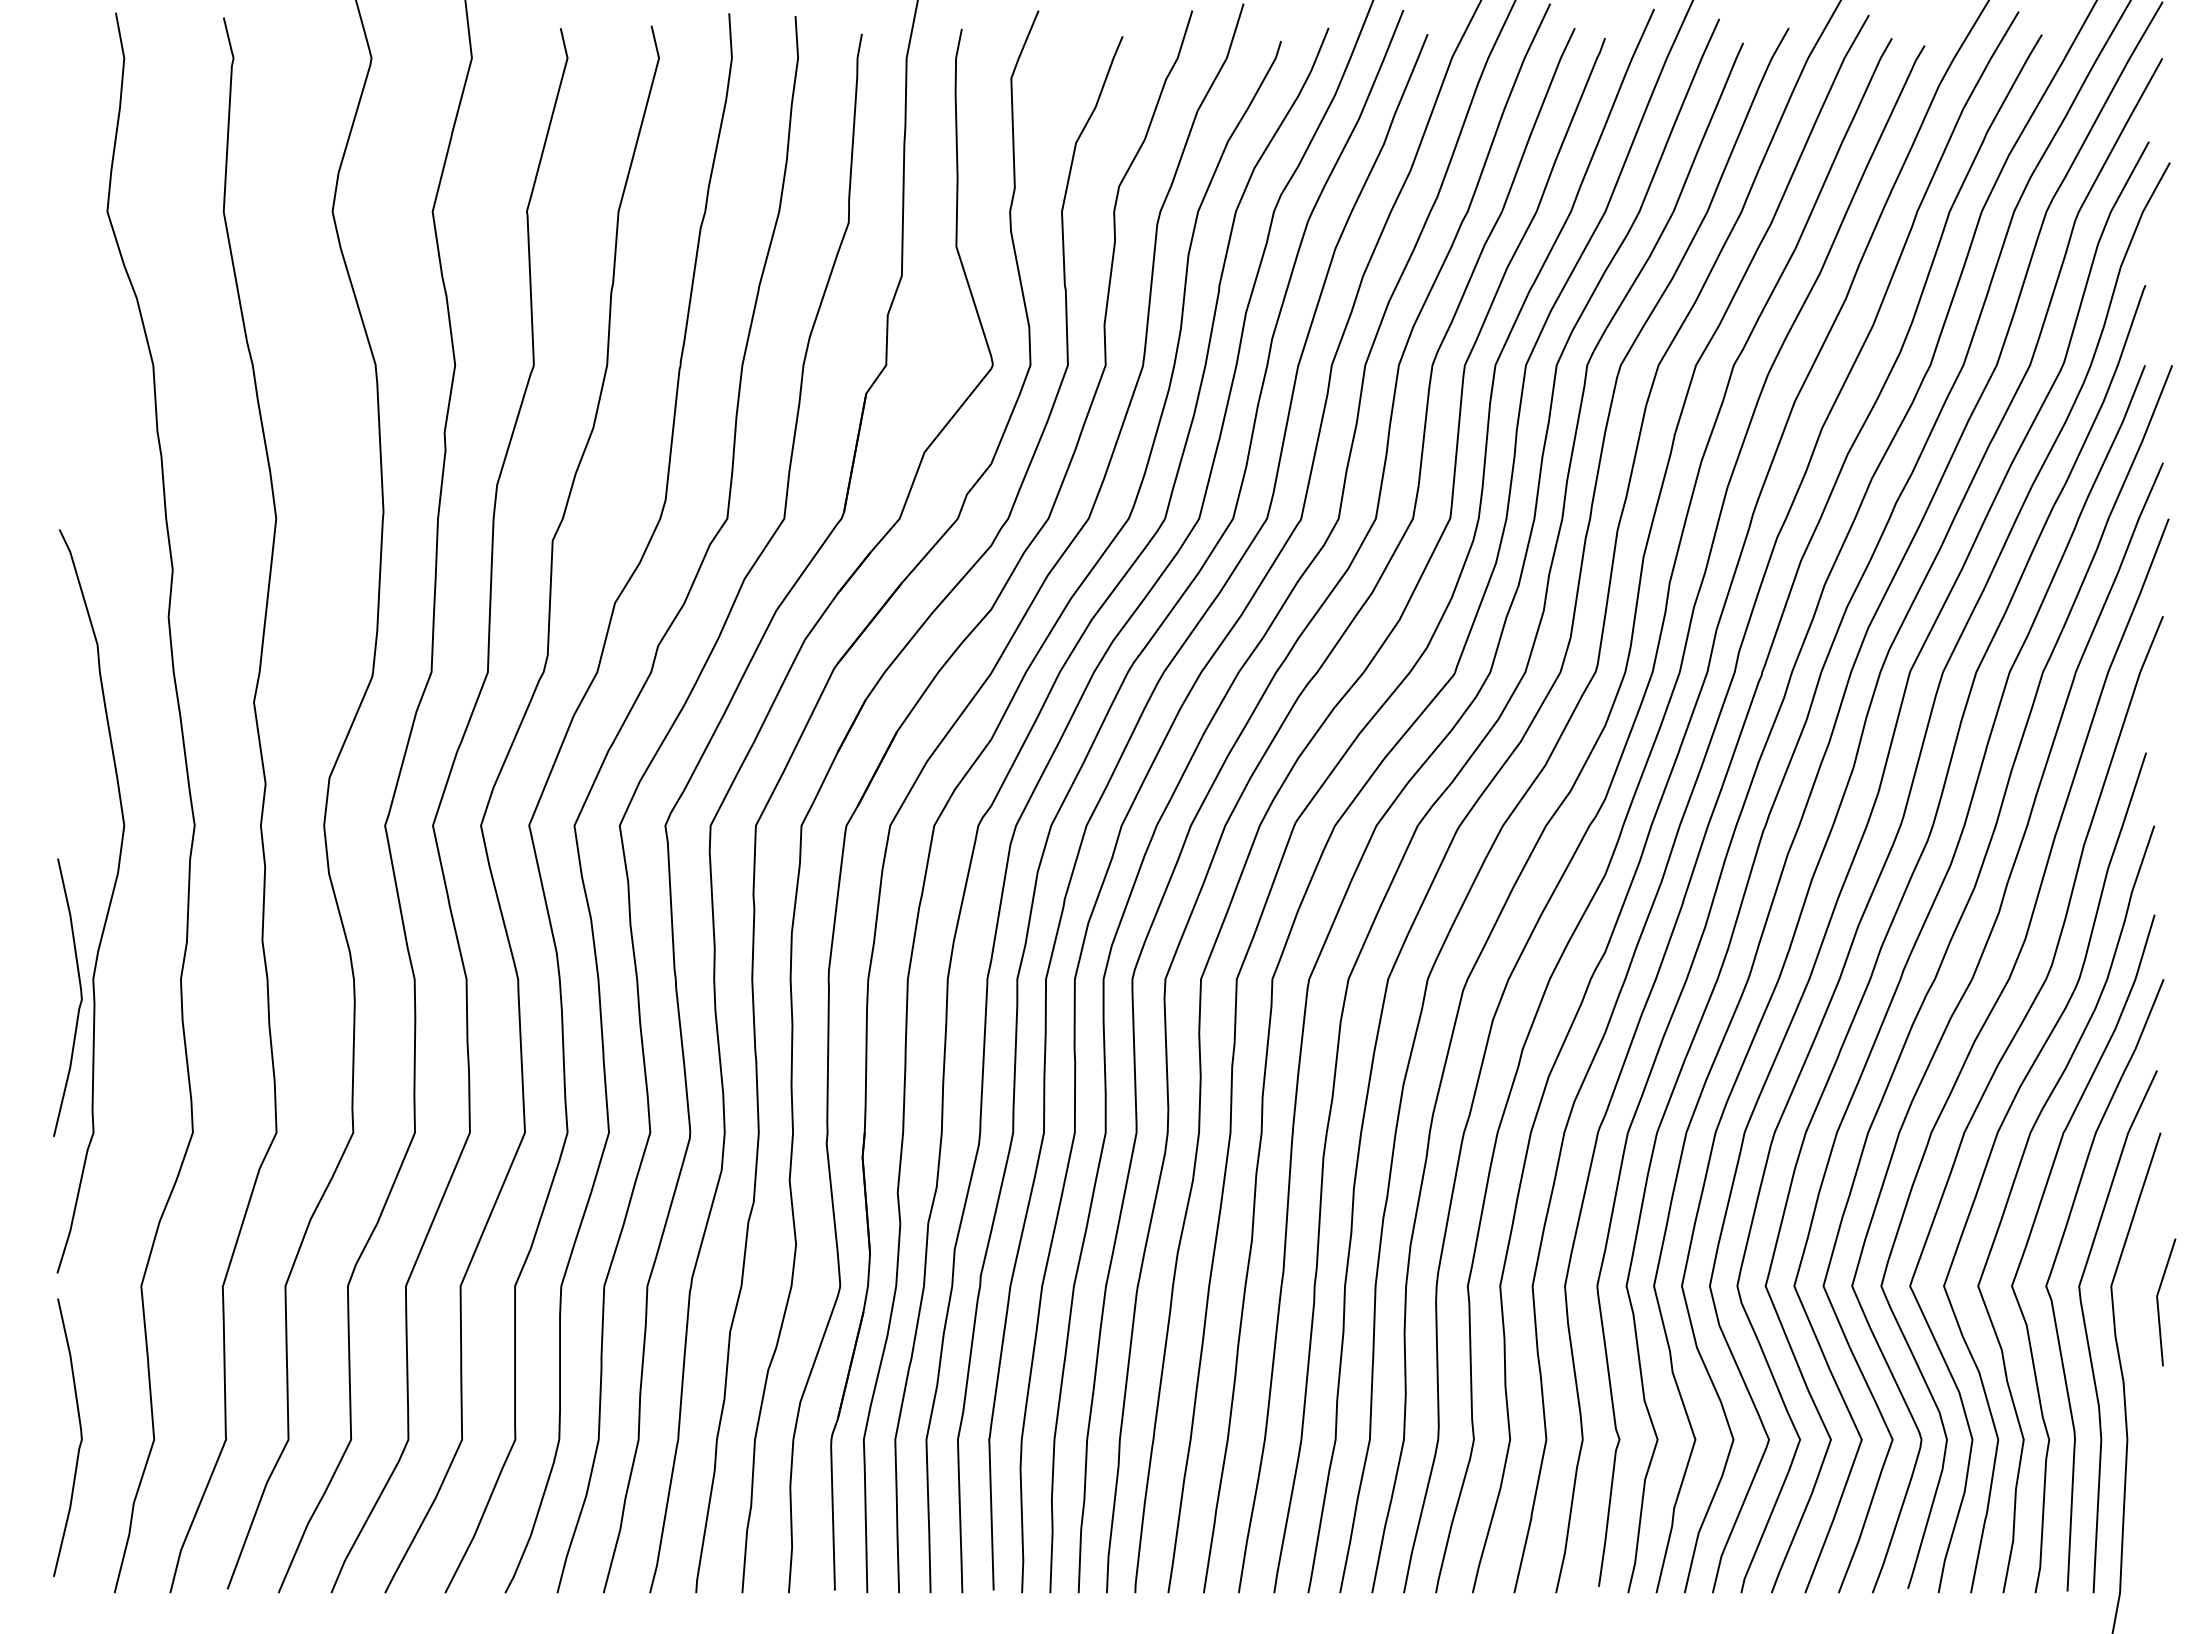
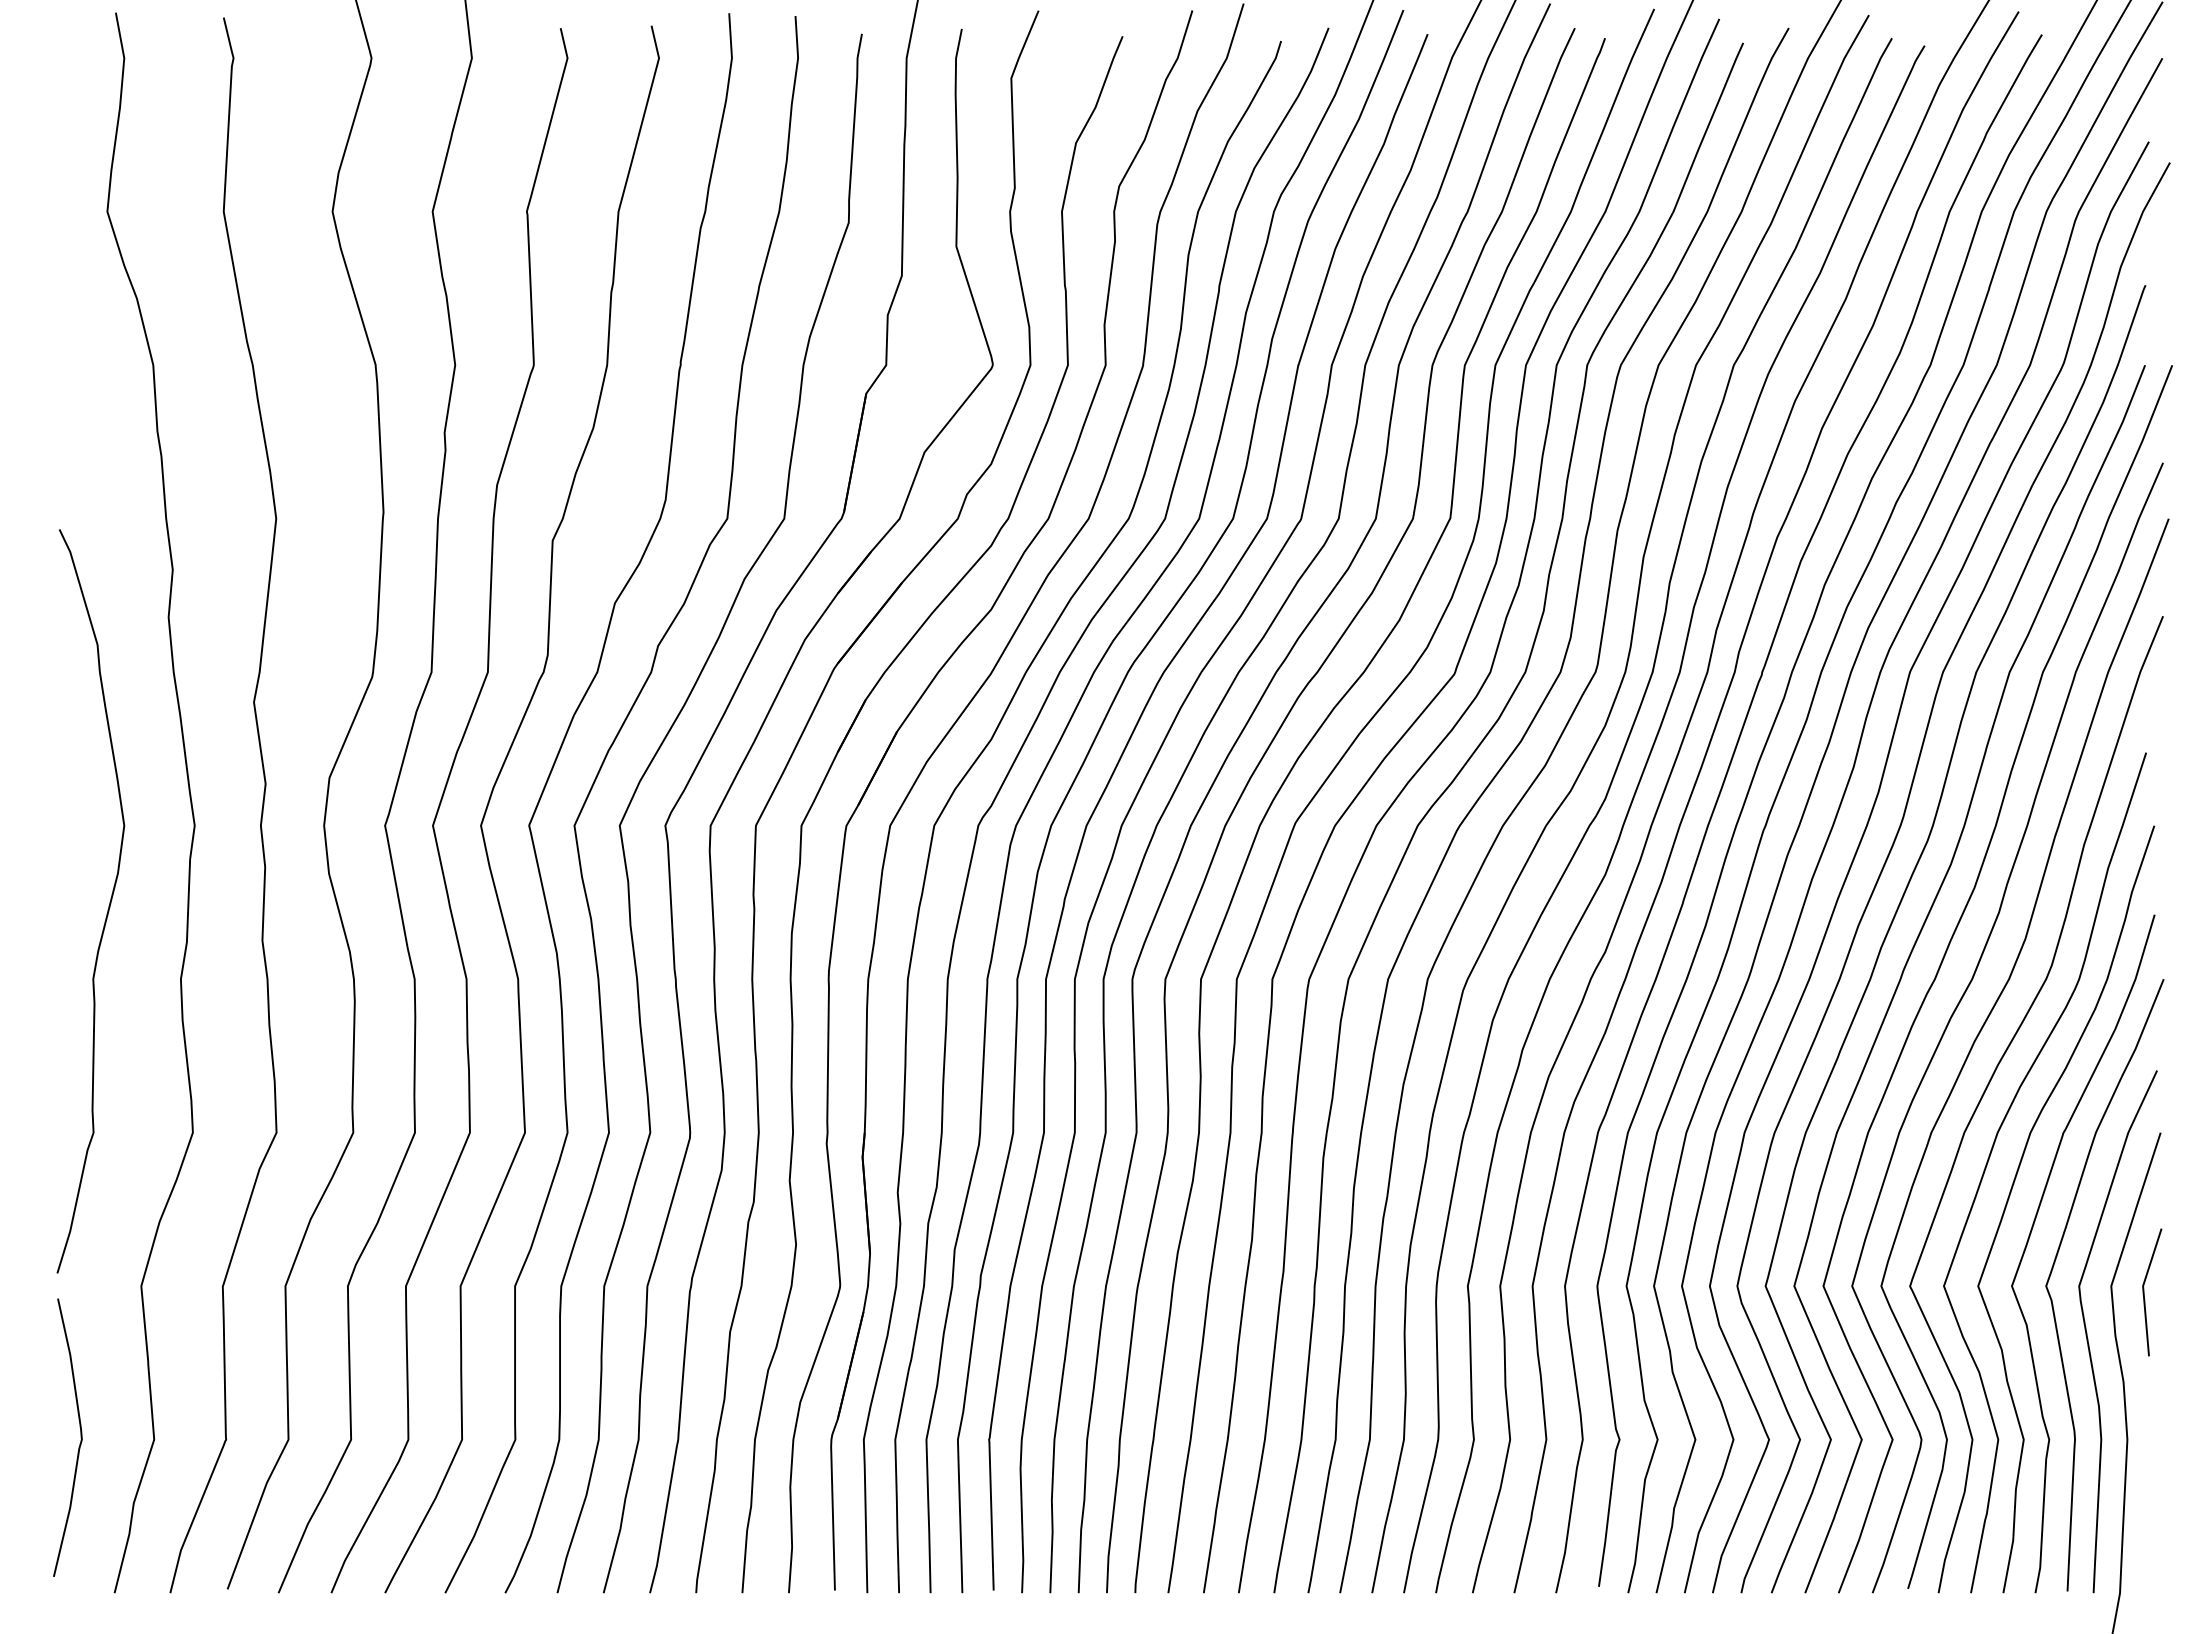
curve at (80, 997): present -> none
line at (2158, 1302) position: (2158, 1302) -> (2144, 1292)
